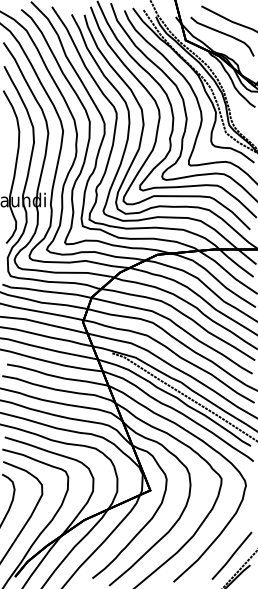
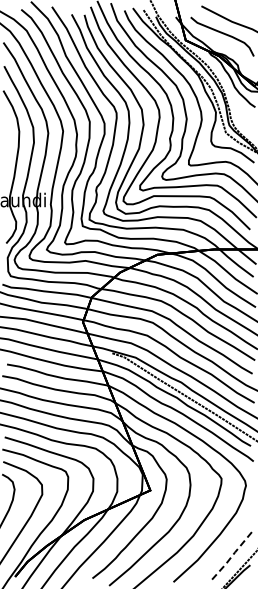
line at (232, 556): solid -> dashed
